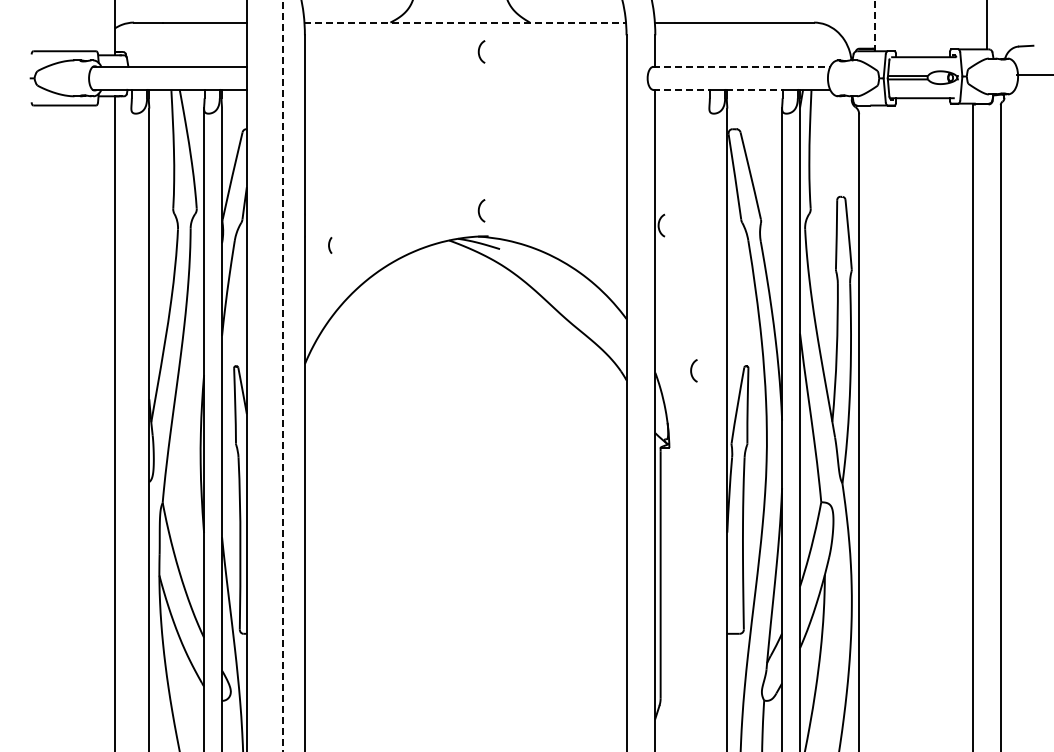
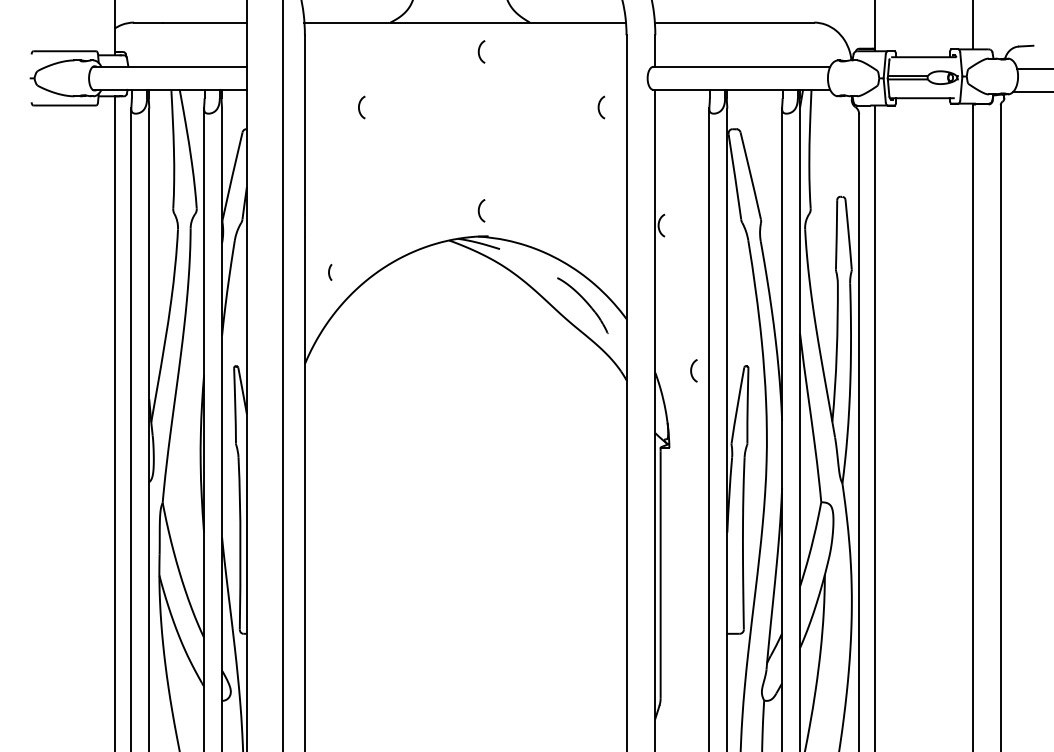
line at (465, 22): dashed -> solid
line at (986, 25) position: (986, 25) -> (972, 25)
line at (875, 26): dashed -> solid
line at (742, 66): dashed -> solid
line at (1033, 75) position: (1033, 75) -> (1033, 69)
line at (682, 89): dashed -> solid
line at (754, 89): dashed -> solid
line at (1031, 92): none -> present
curve at (359, 107): none -> present
curve at (599, 107): none -> present
curve at (329, 245) position: (329, 245) -> (329, 272)
part at (582, 305): none -> present
line at (283, 375): dashed -> solid
line at (875, 426): none -> present
line at (131, 428): none -> present
line at (709, 428): none -> present
